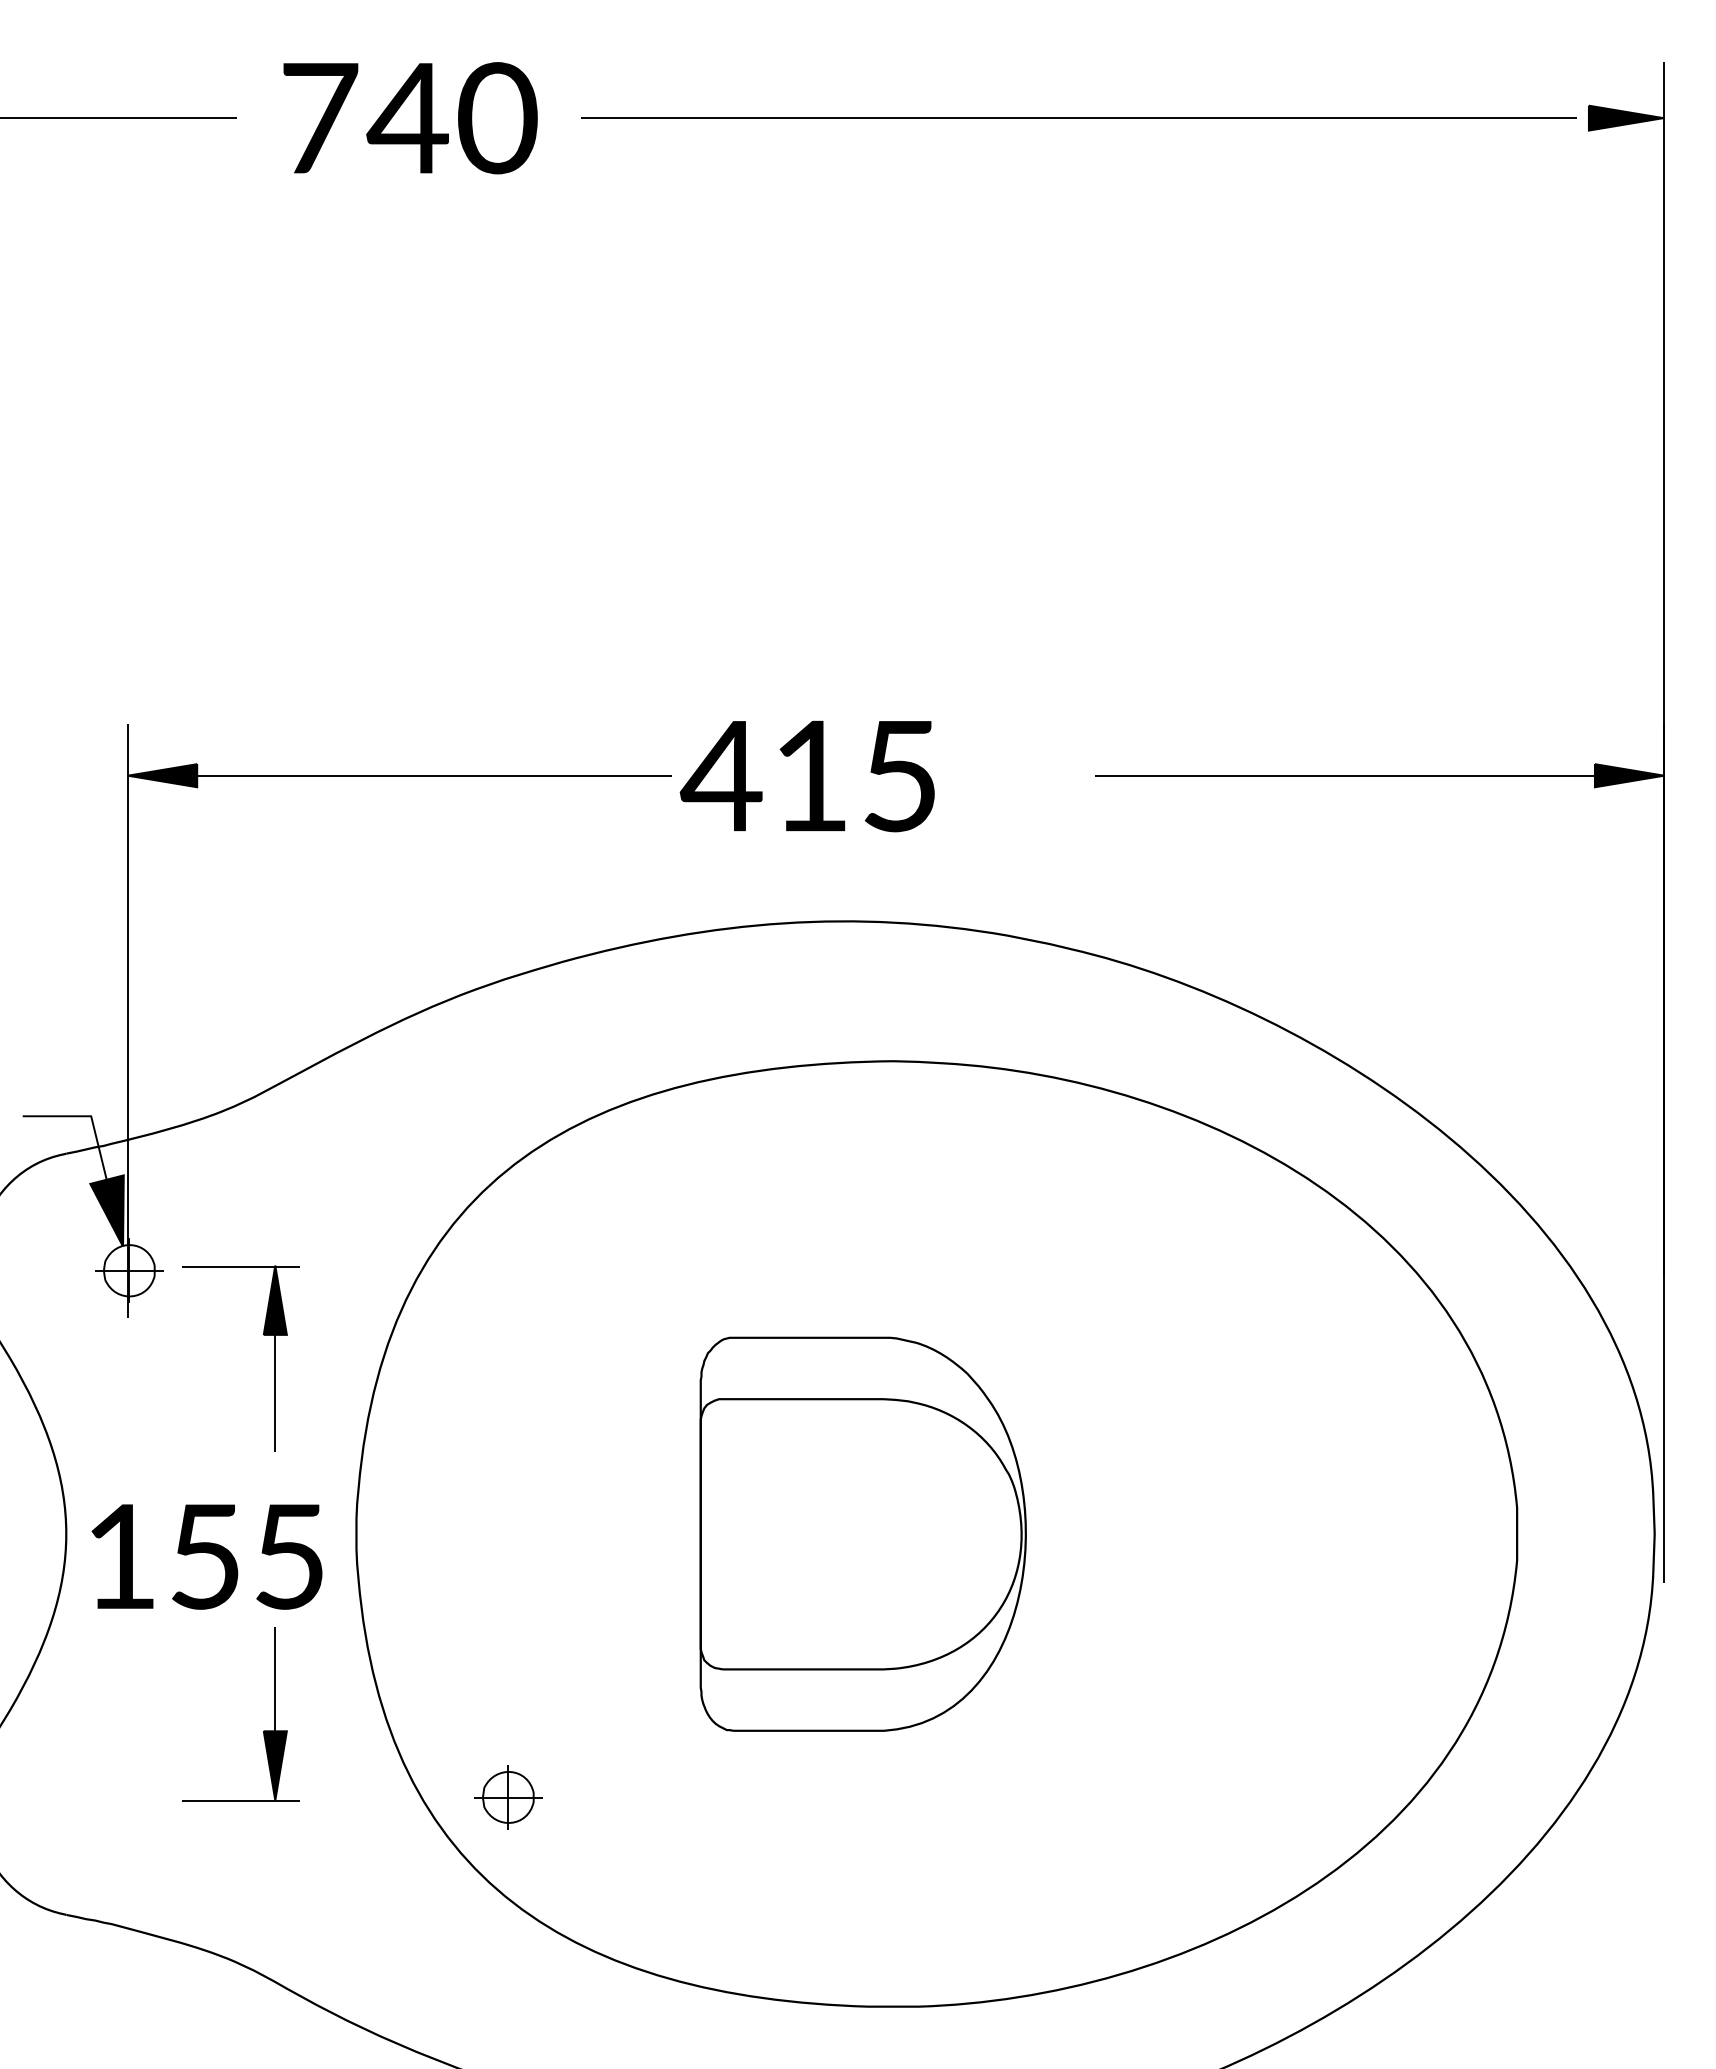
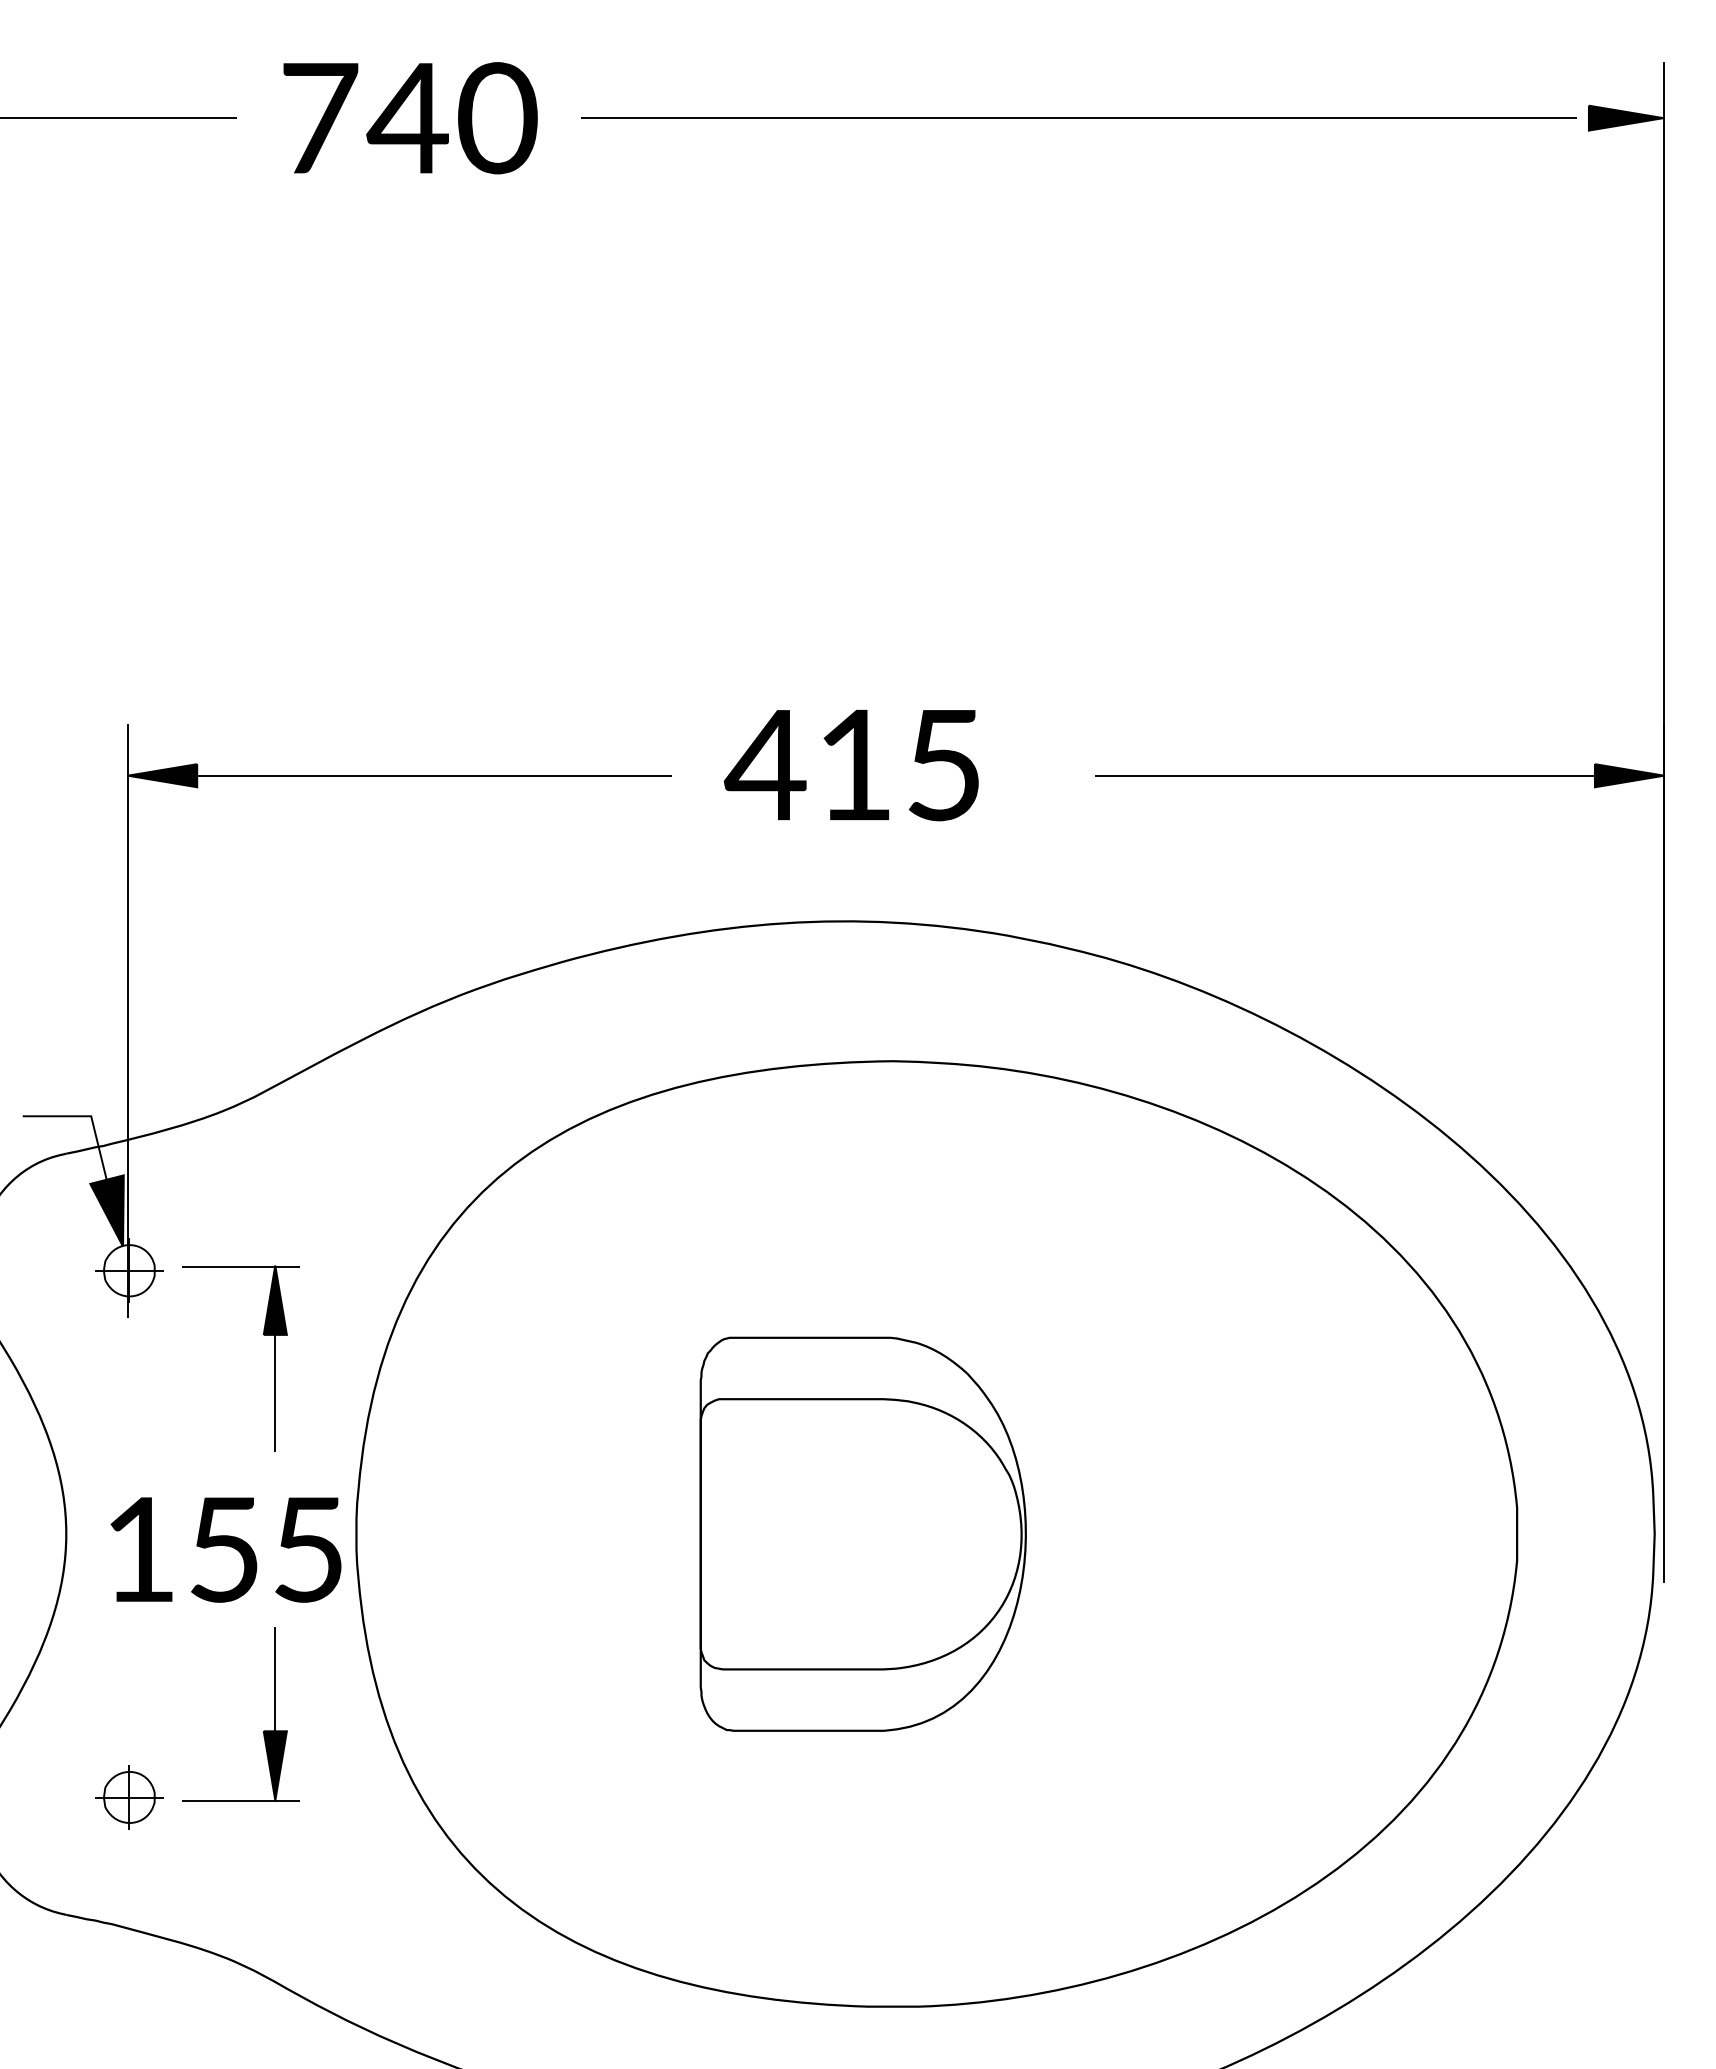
text at (806, 776) position: (806, 776) -> (850, 765)
text at (206, 1556) position: (206, 1556) -> (225, 1549)
part at (508, 1797) position: (508, 1797) -> (129, 1797)
